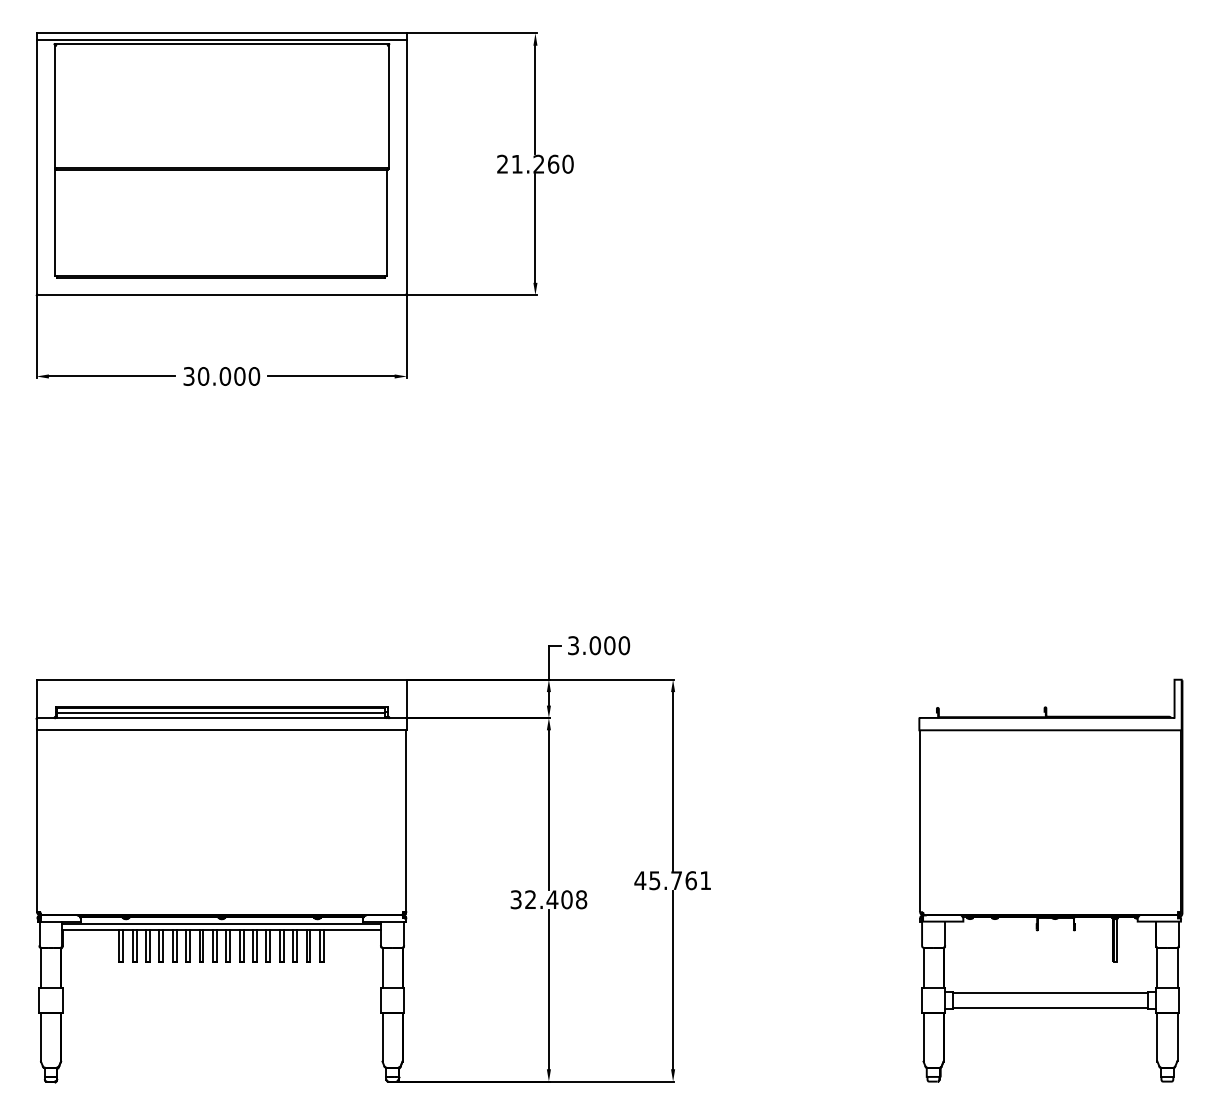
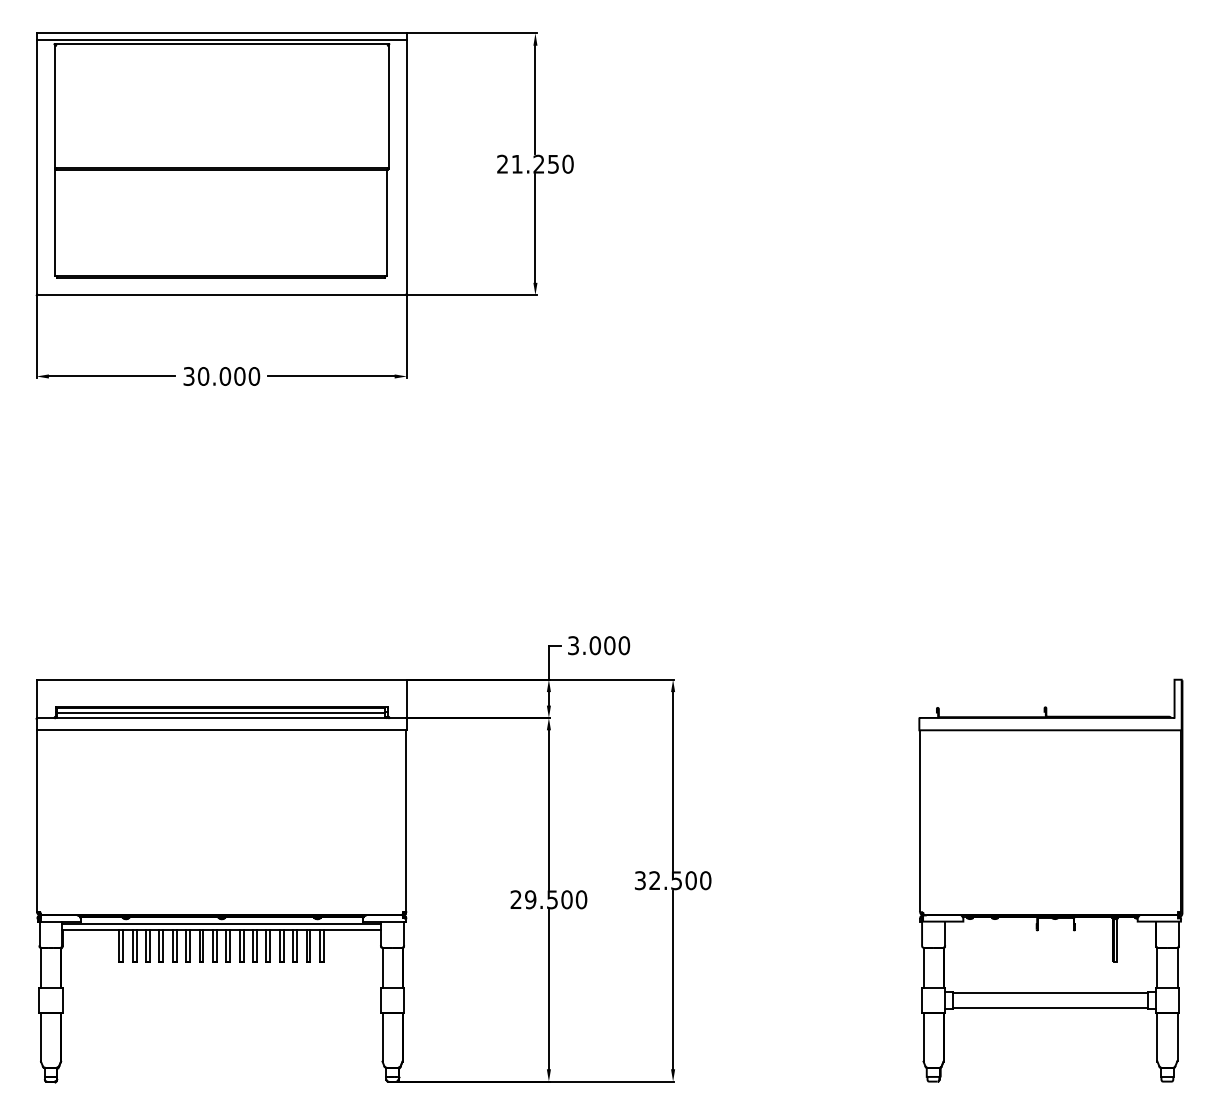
text at (553, 163): 21.260 -> 21.250
text at (672, 880): 45.761 -> 32.500
text at (548, 899): 32.408 -> 29.500
